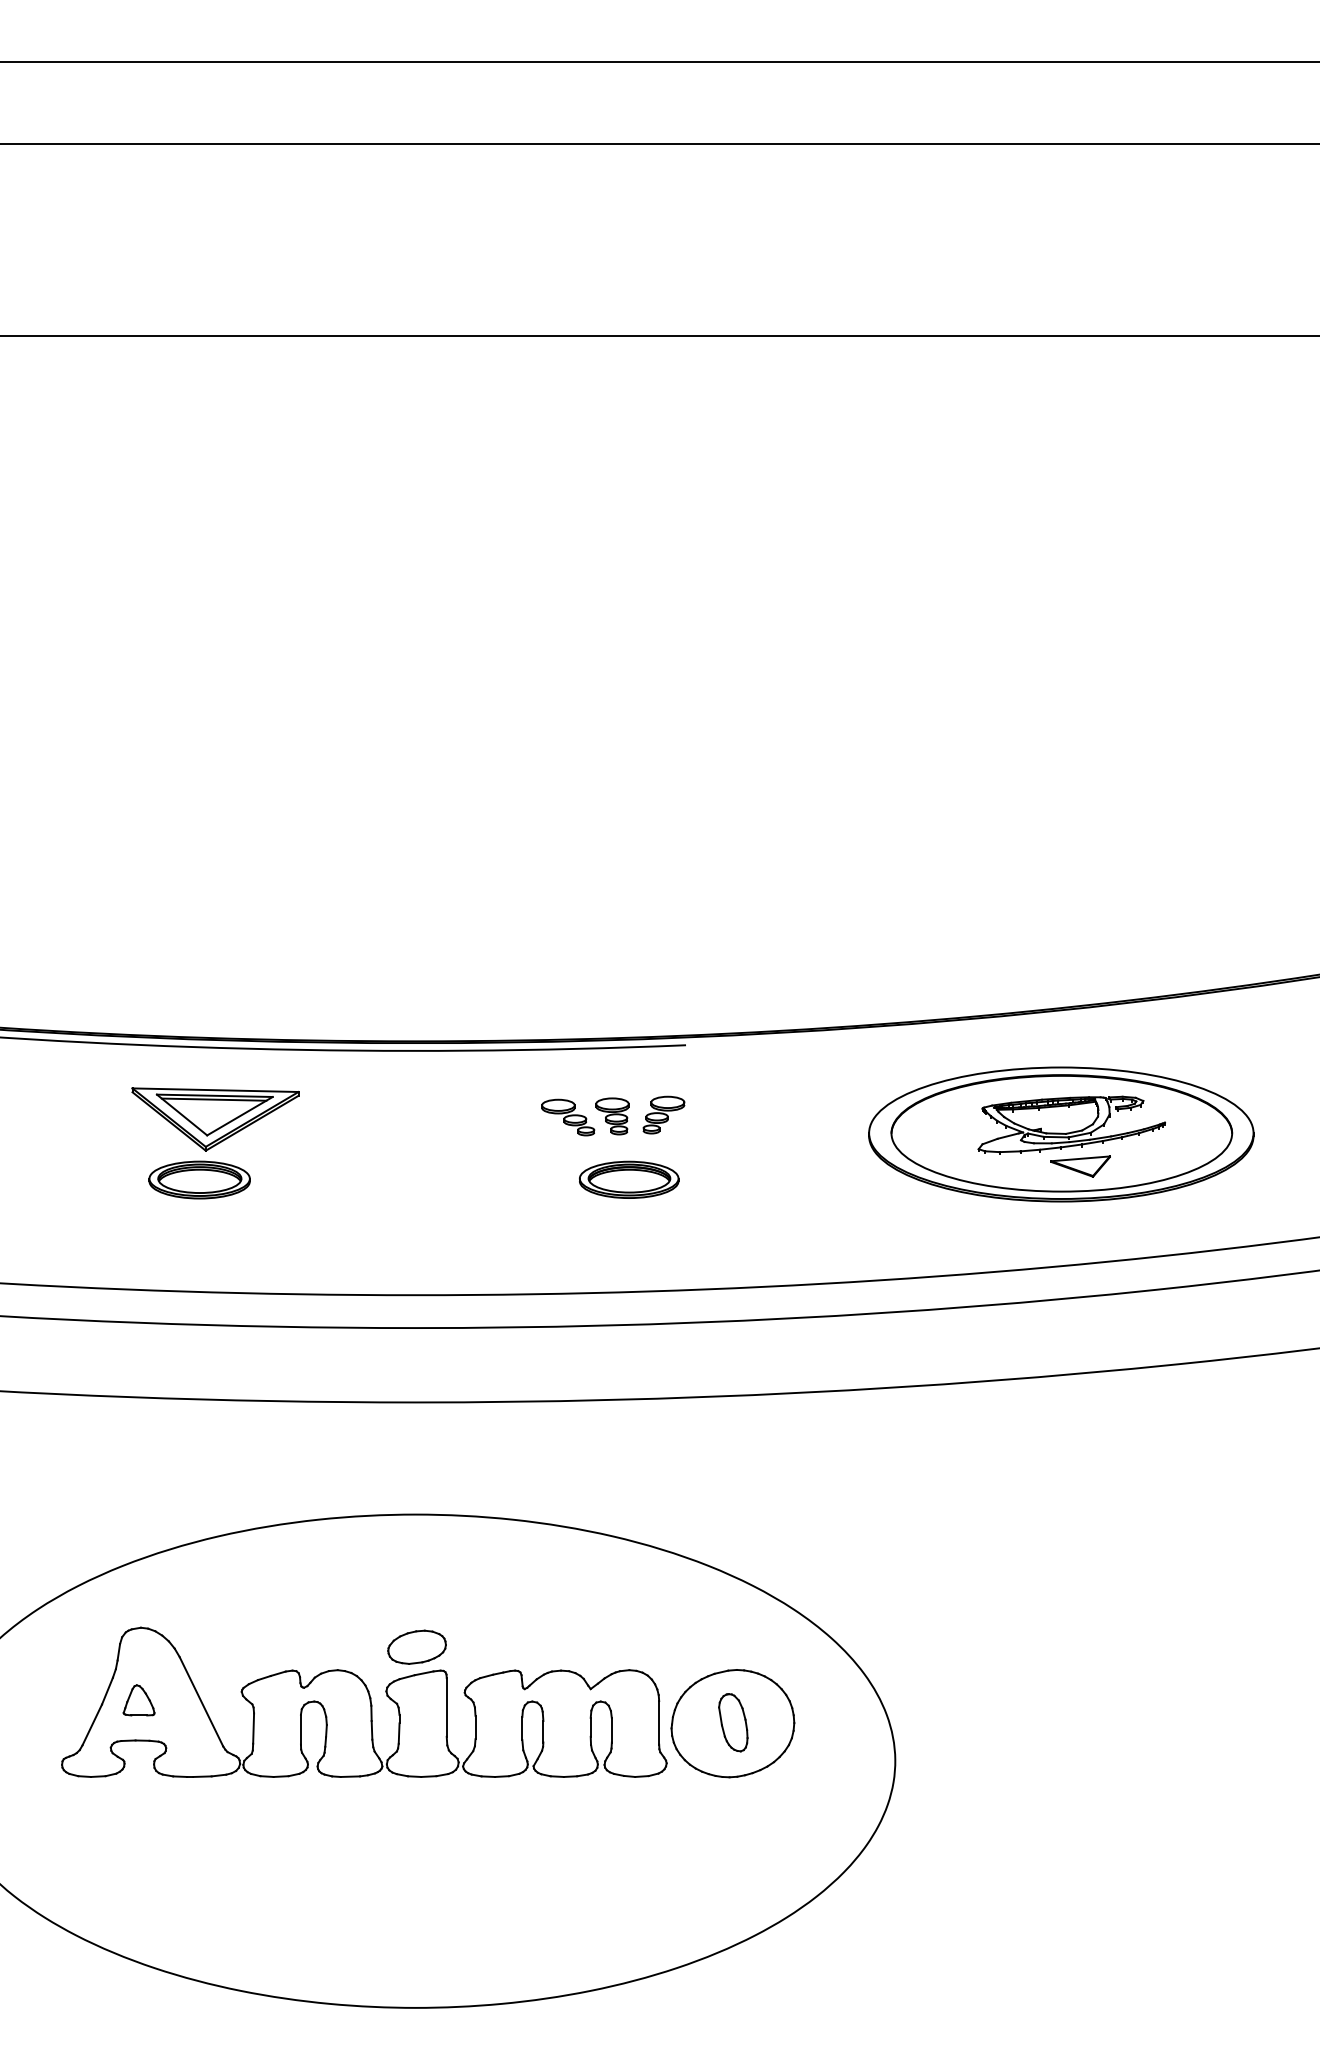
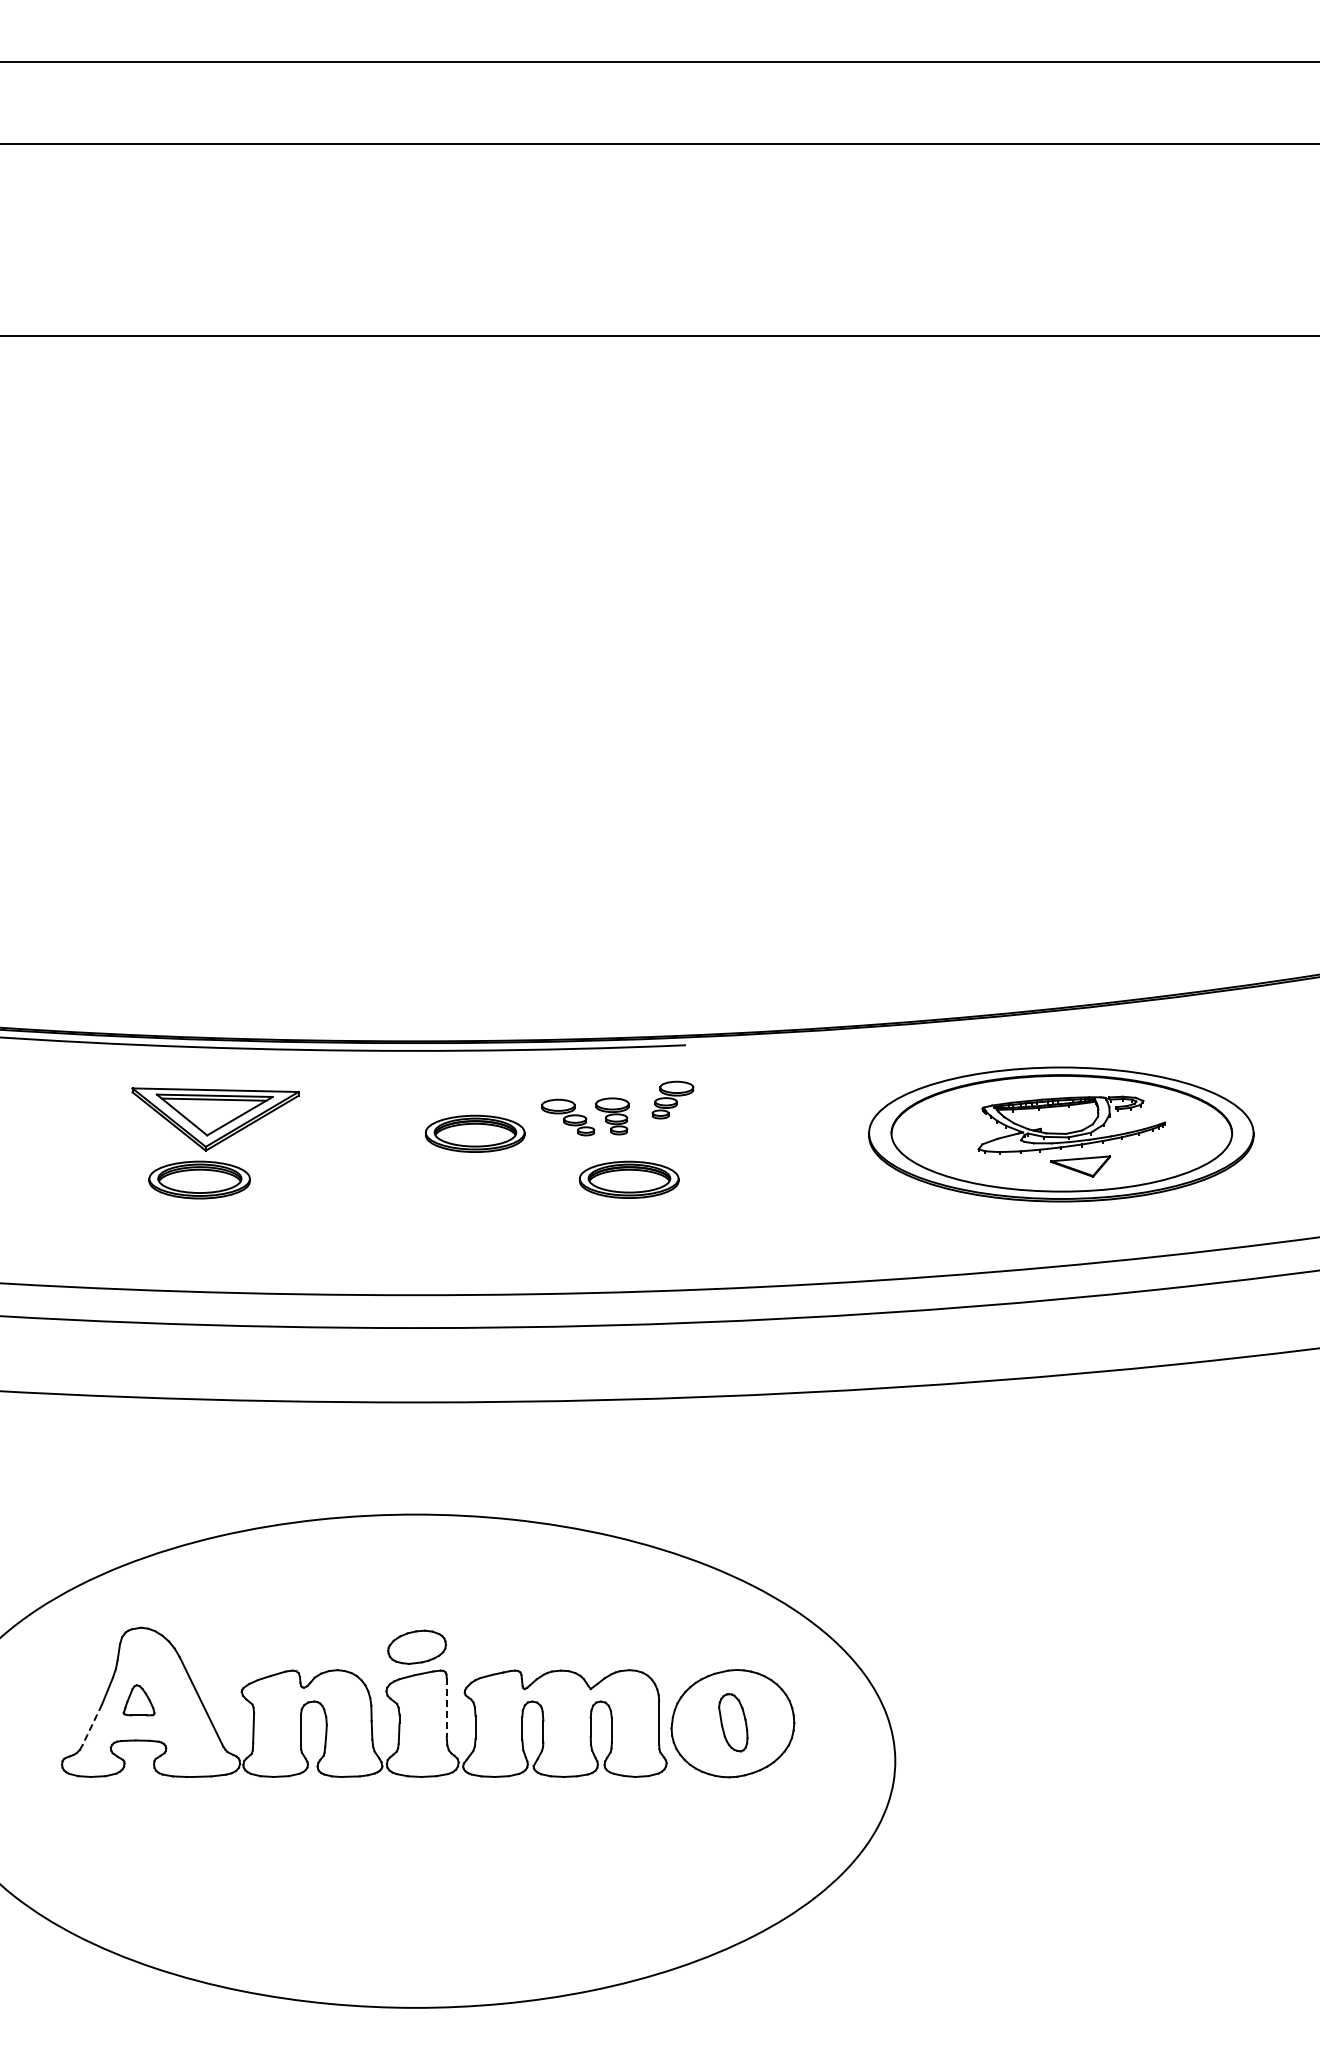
part at (663, 1114) position: (663, 1114) -> (672, 1099)
part at (475, 1133): none -> present
line at (446, 1707): solid -> dashed
line at (92, 1724): solid -> dashed
